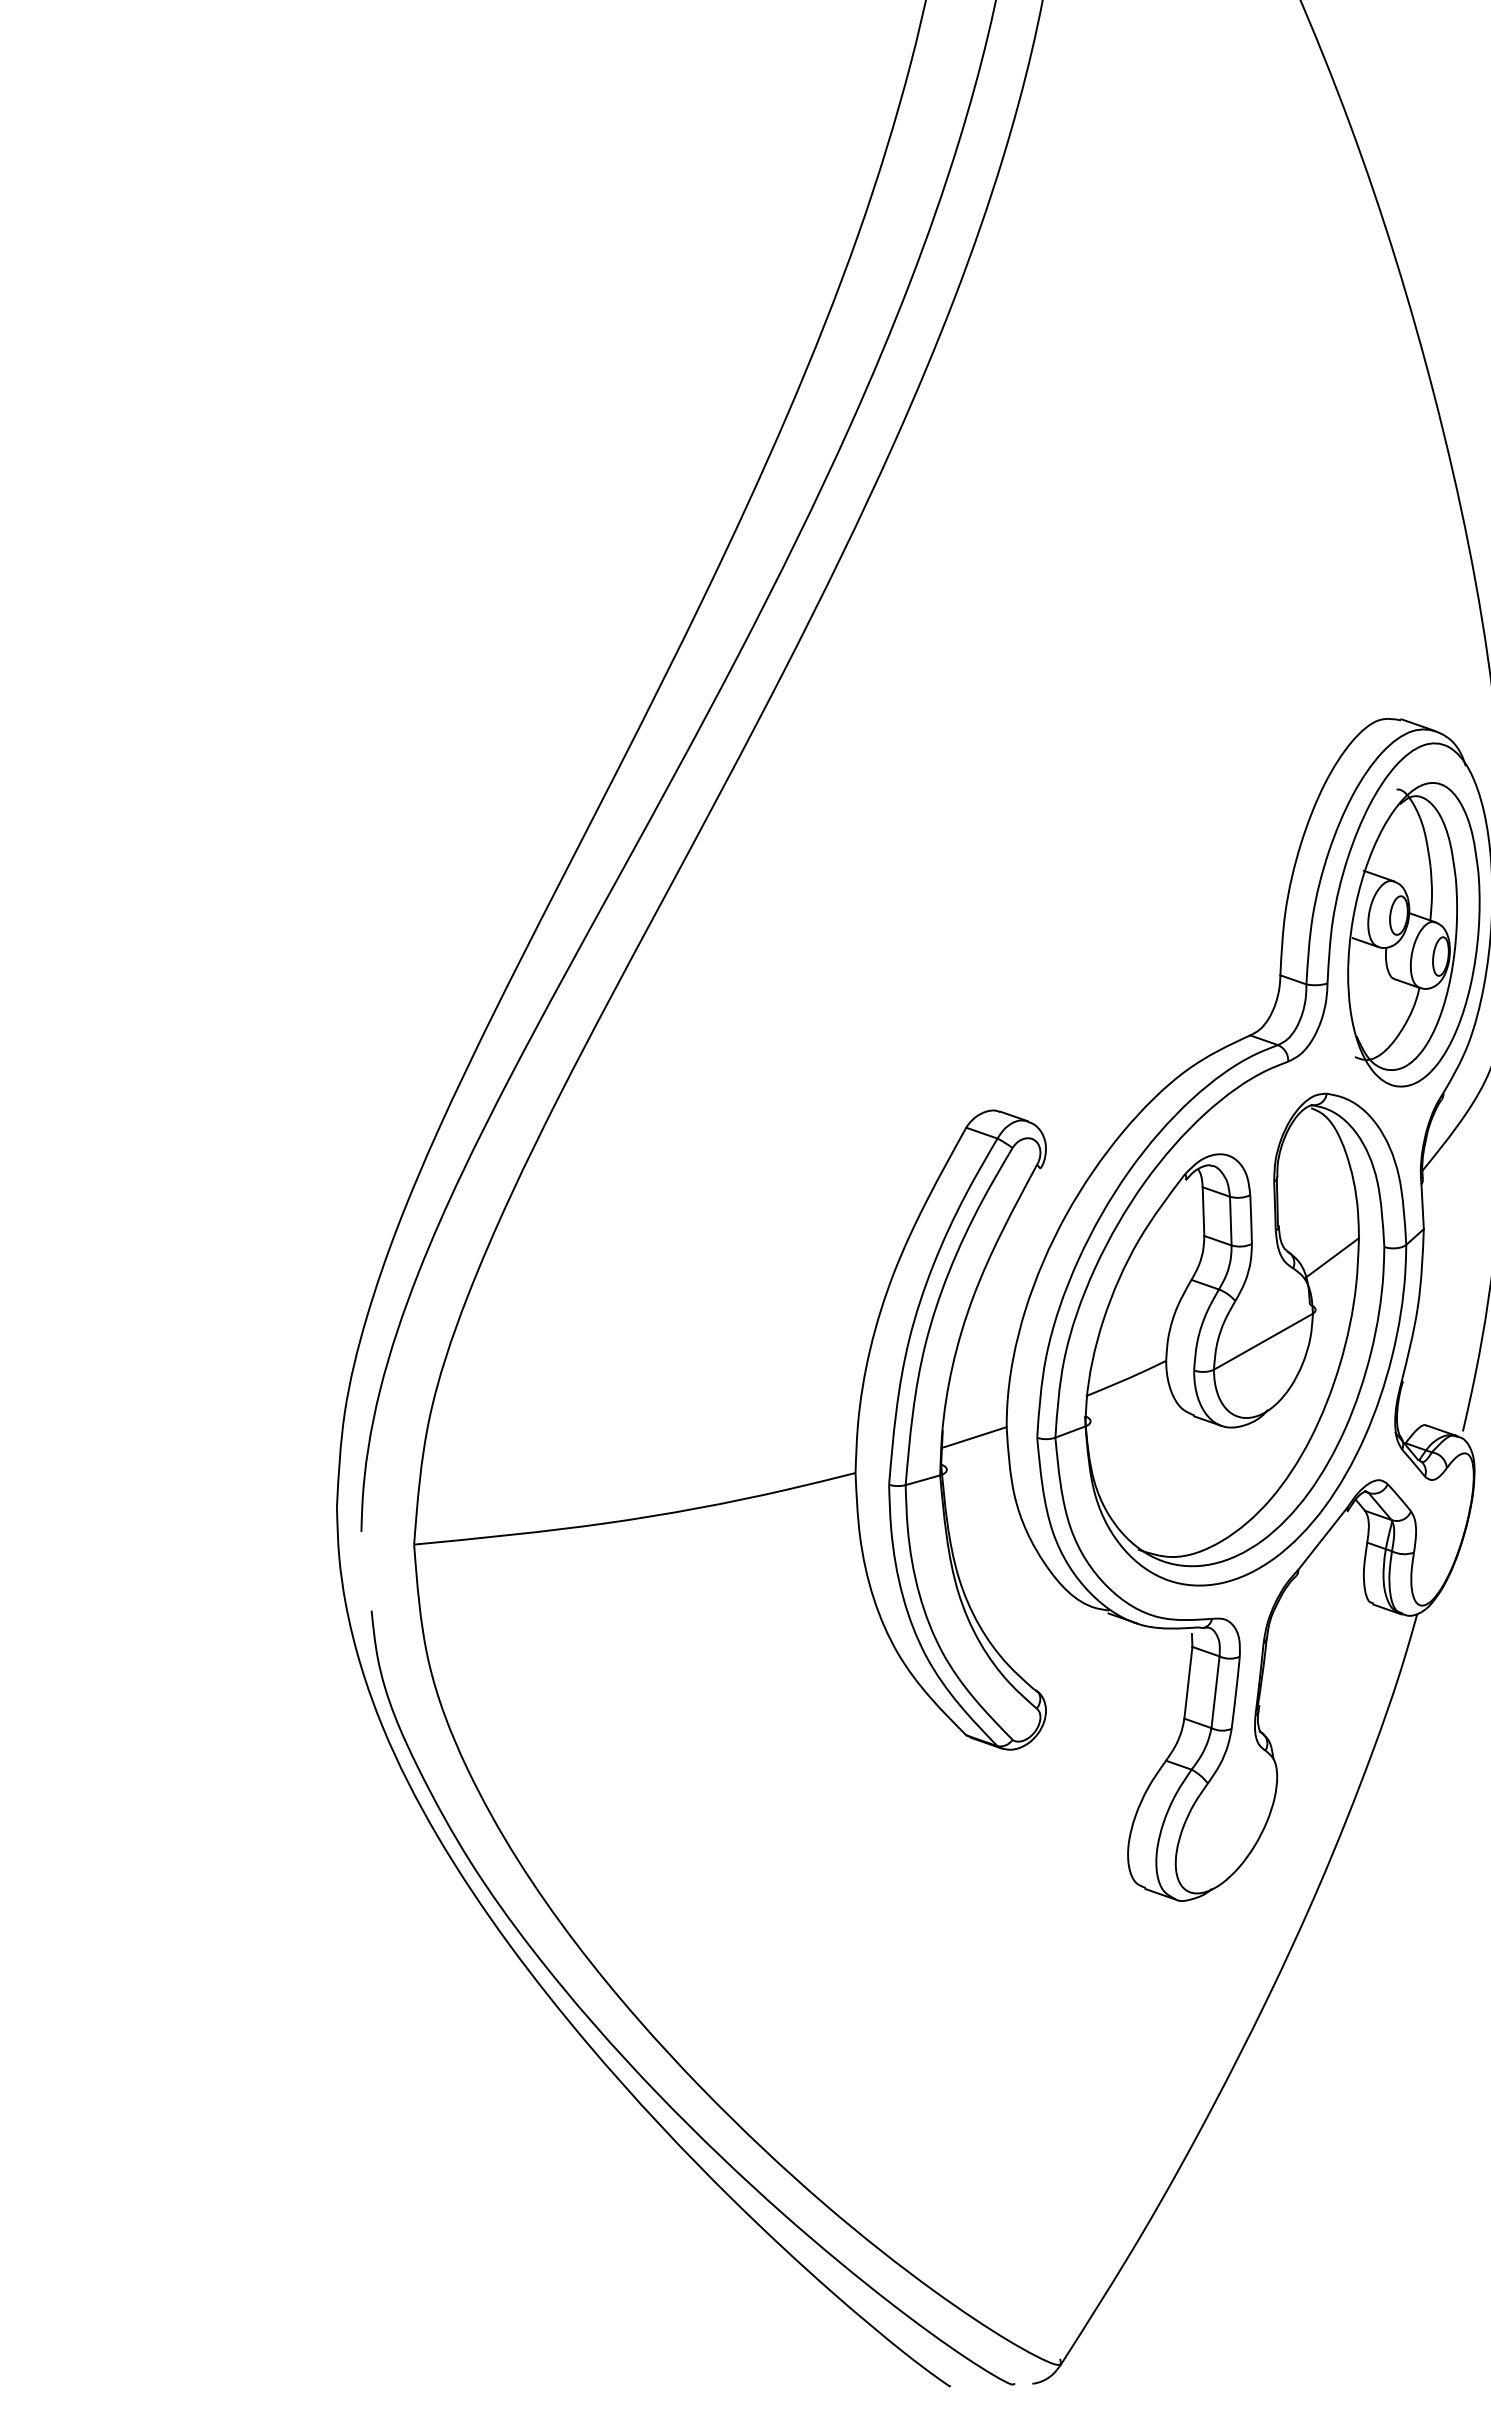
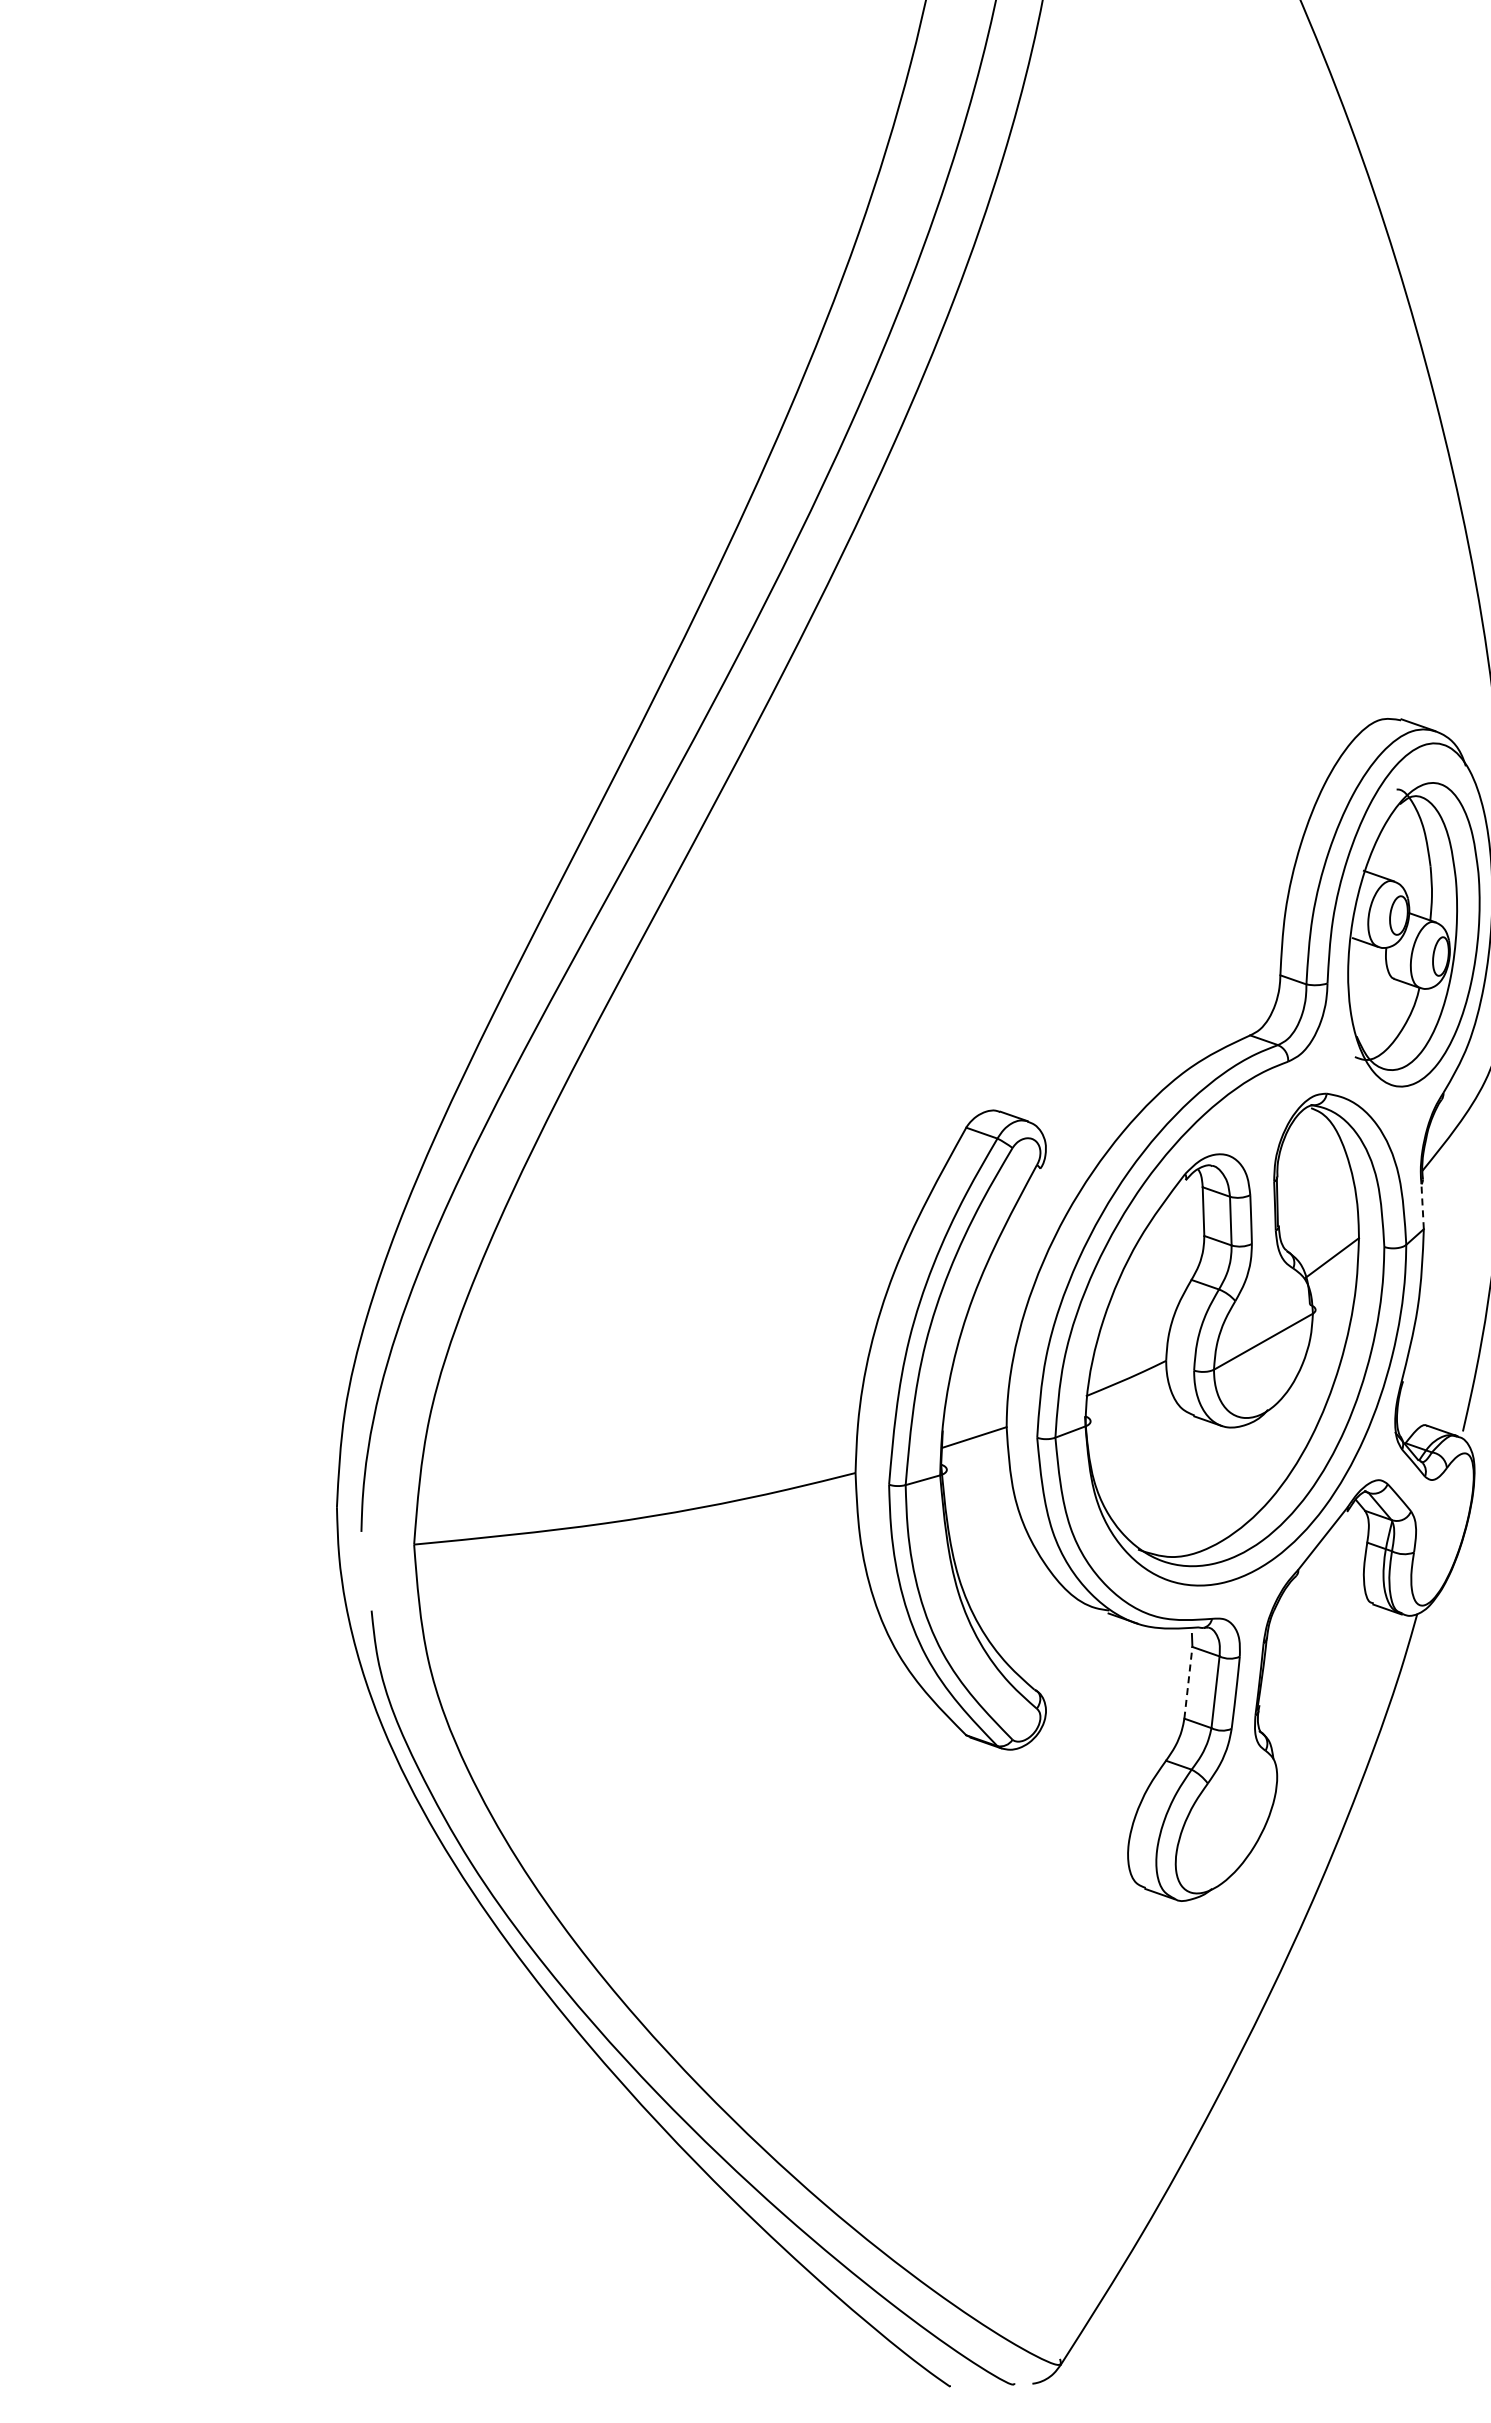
line at (1422, 1206): solid -> dashed
line at (1188, 1682): solid -> dashed
